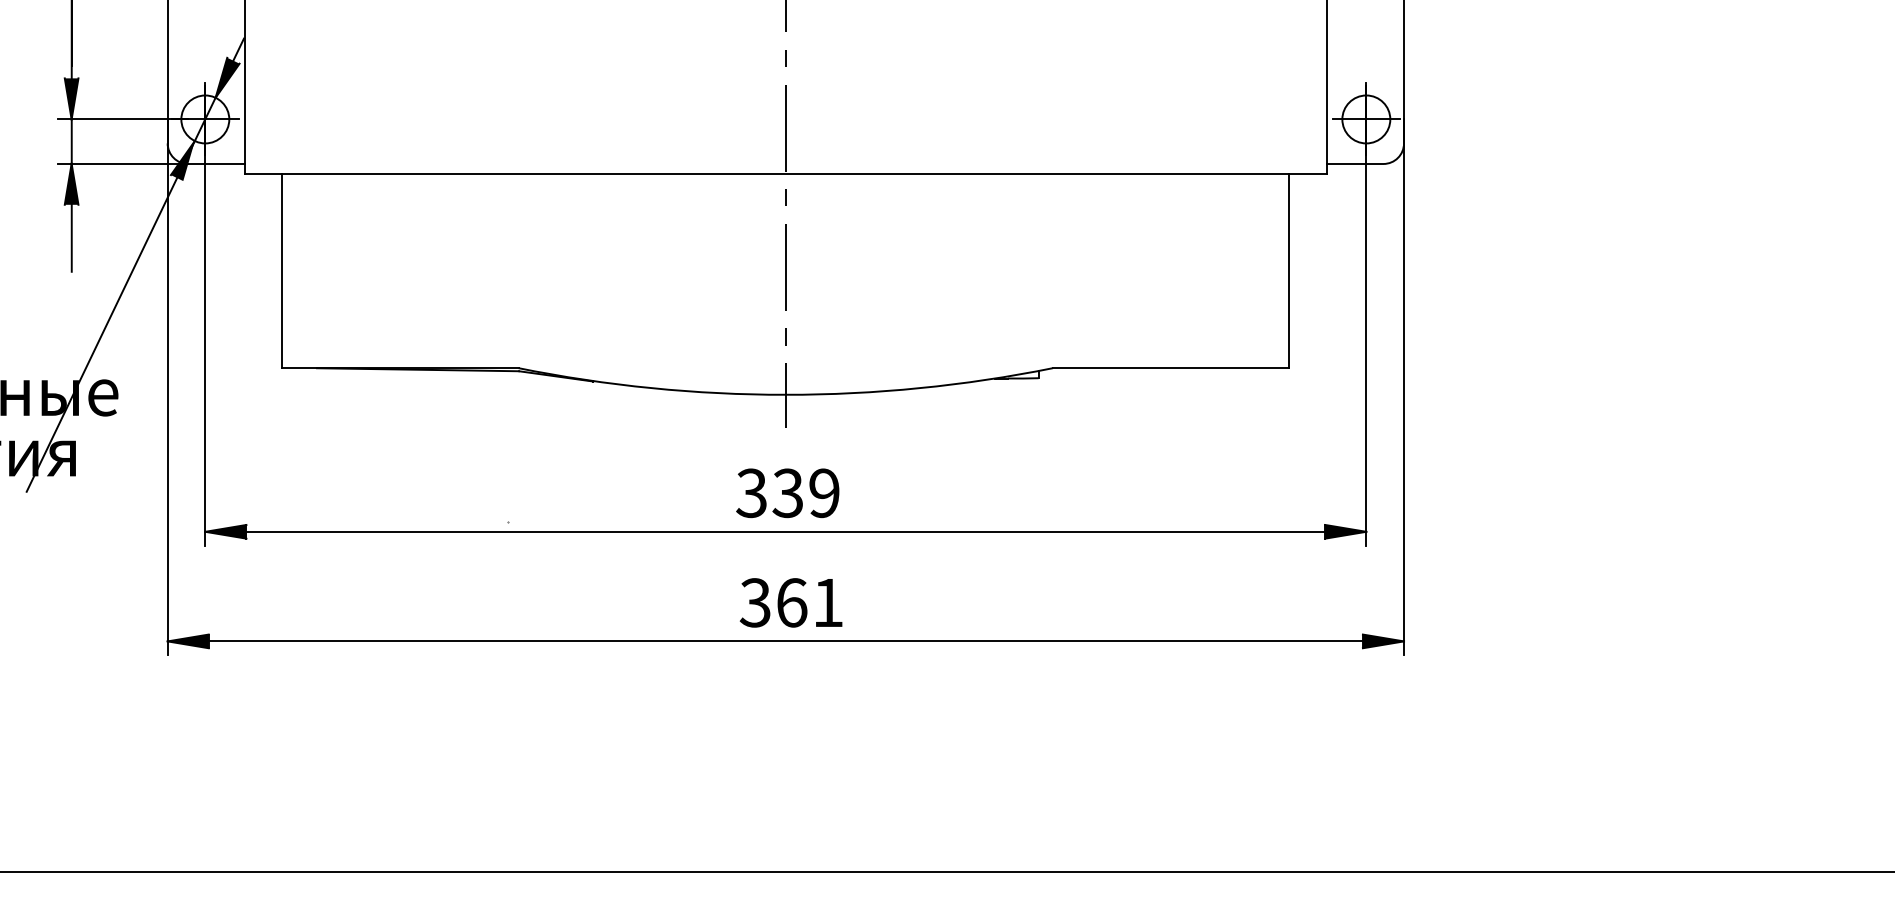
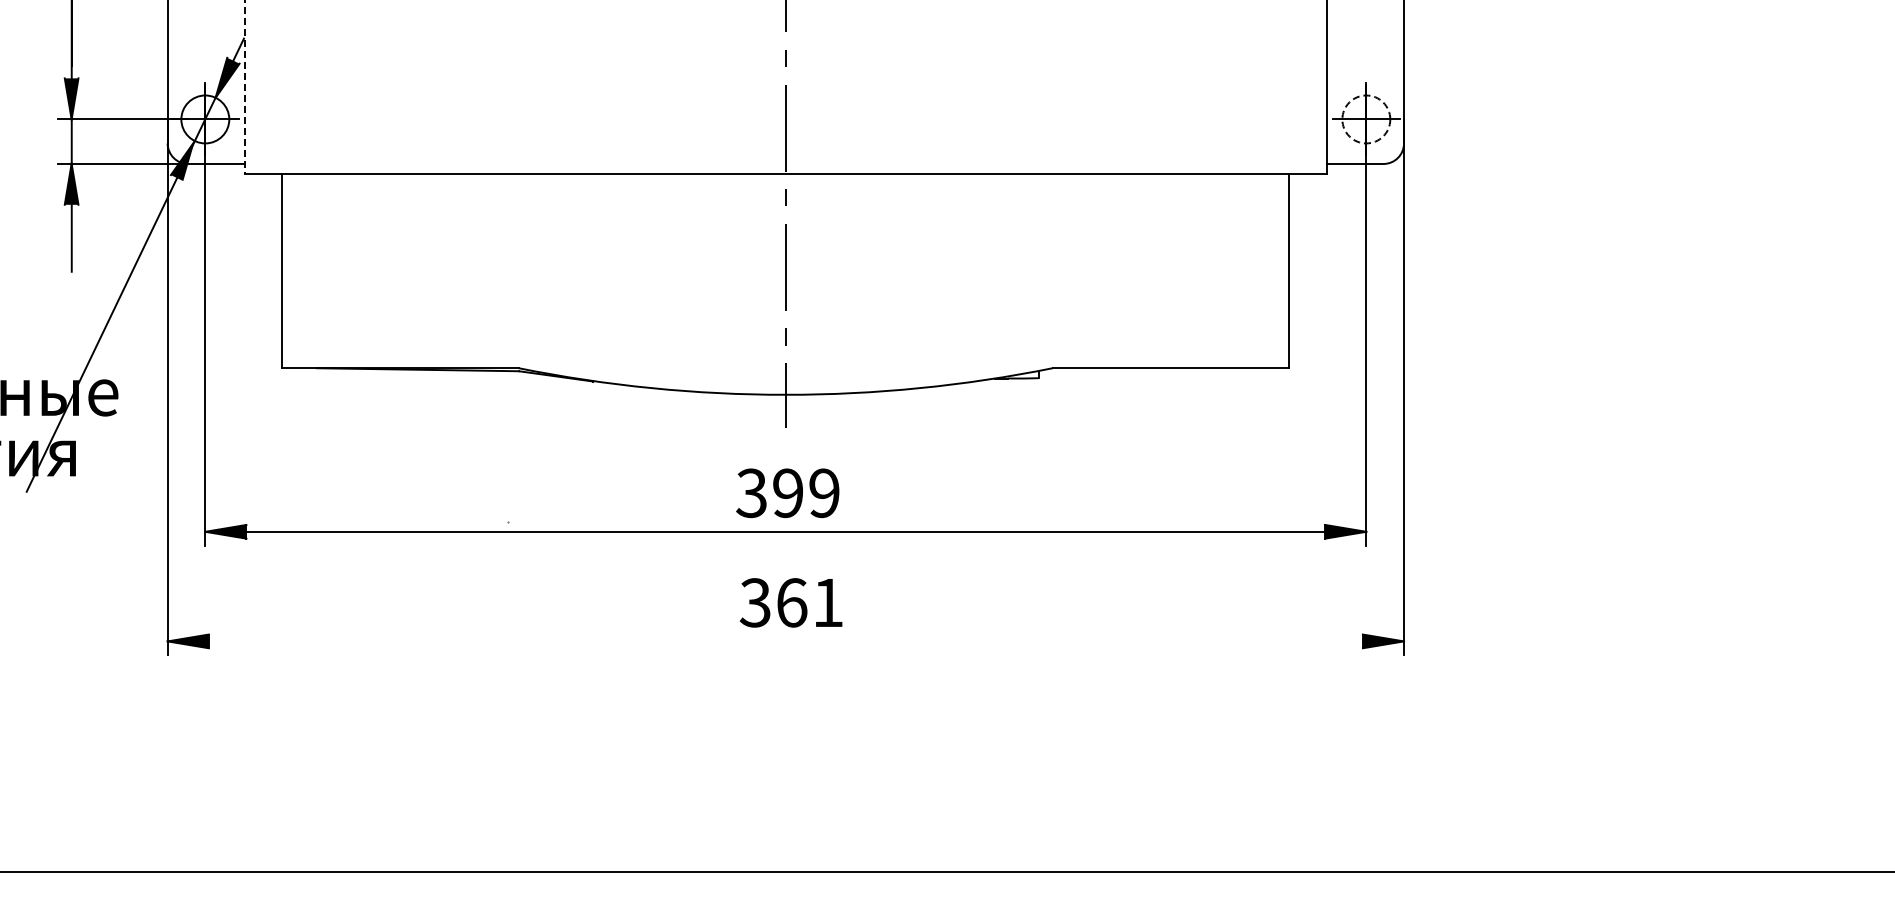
line at (244, 87): solid -> dashed
circle at (1366, 119): solid -> dashed
text at (787, 493): 339 -> 399
line at (785, 641): present -> none
